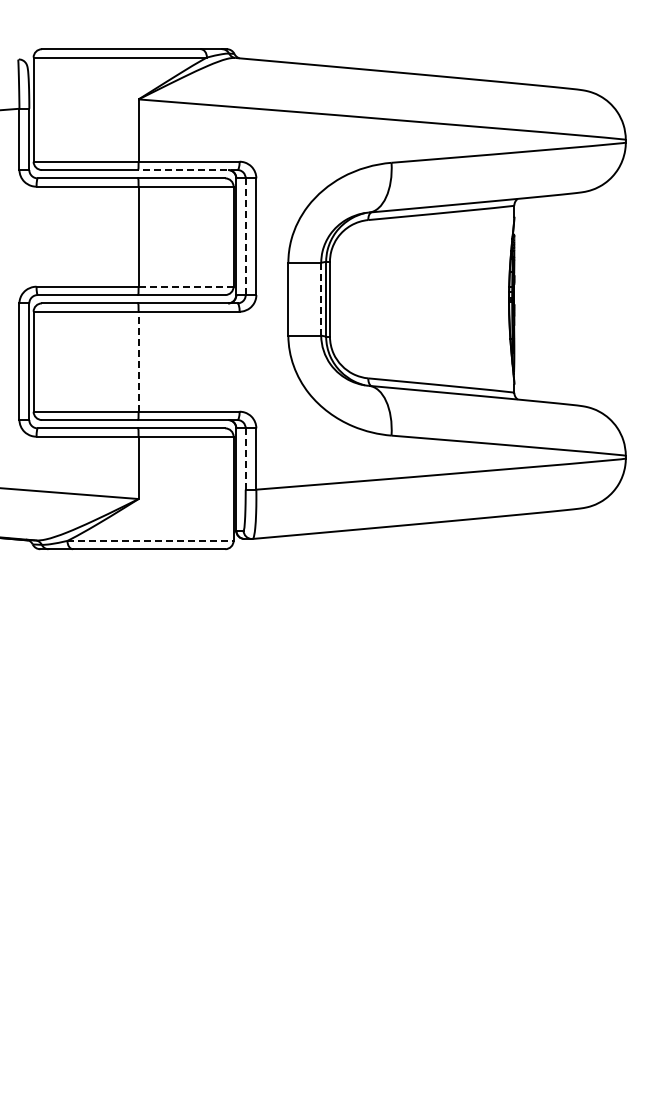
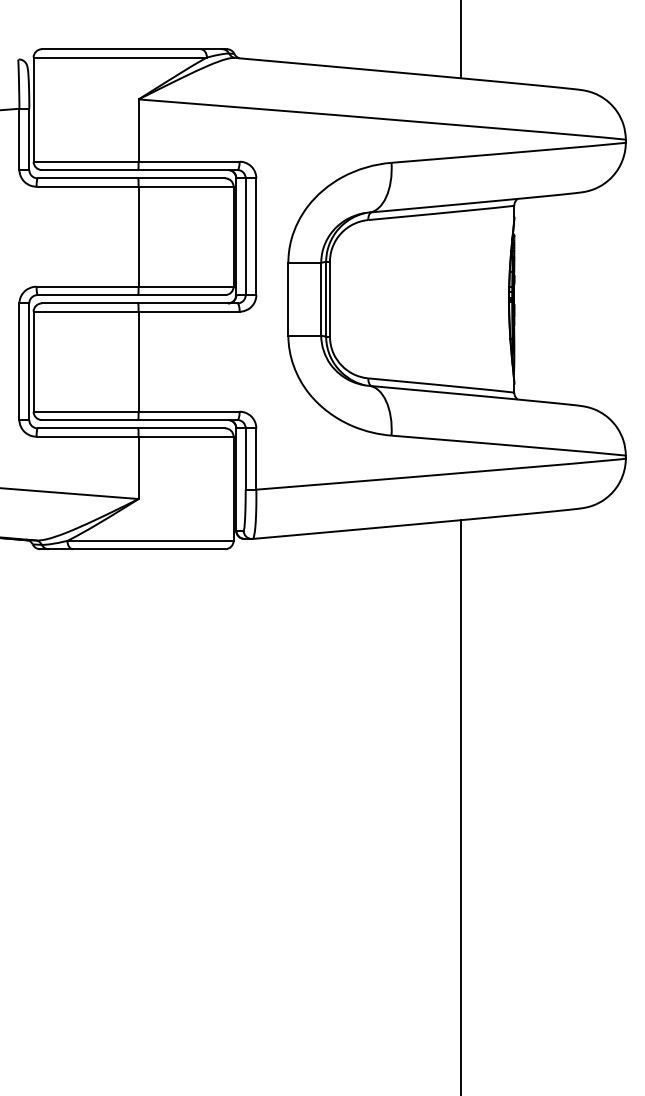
line at (461, 40): none -> present
line at (187, 170): dashed -> solid
line at (245, 237): dashed -> solid
line at (186, 286): dashed -> solid
line at (321, 298): dashed -> solid
line at (138, 361): dashed -> solid
line at (245, 459): dashed -> solid
line at (151, 540): dashed -> solid
line at (461, 806): none -> present
